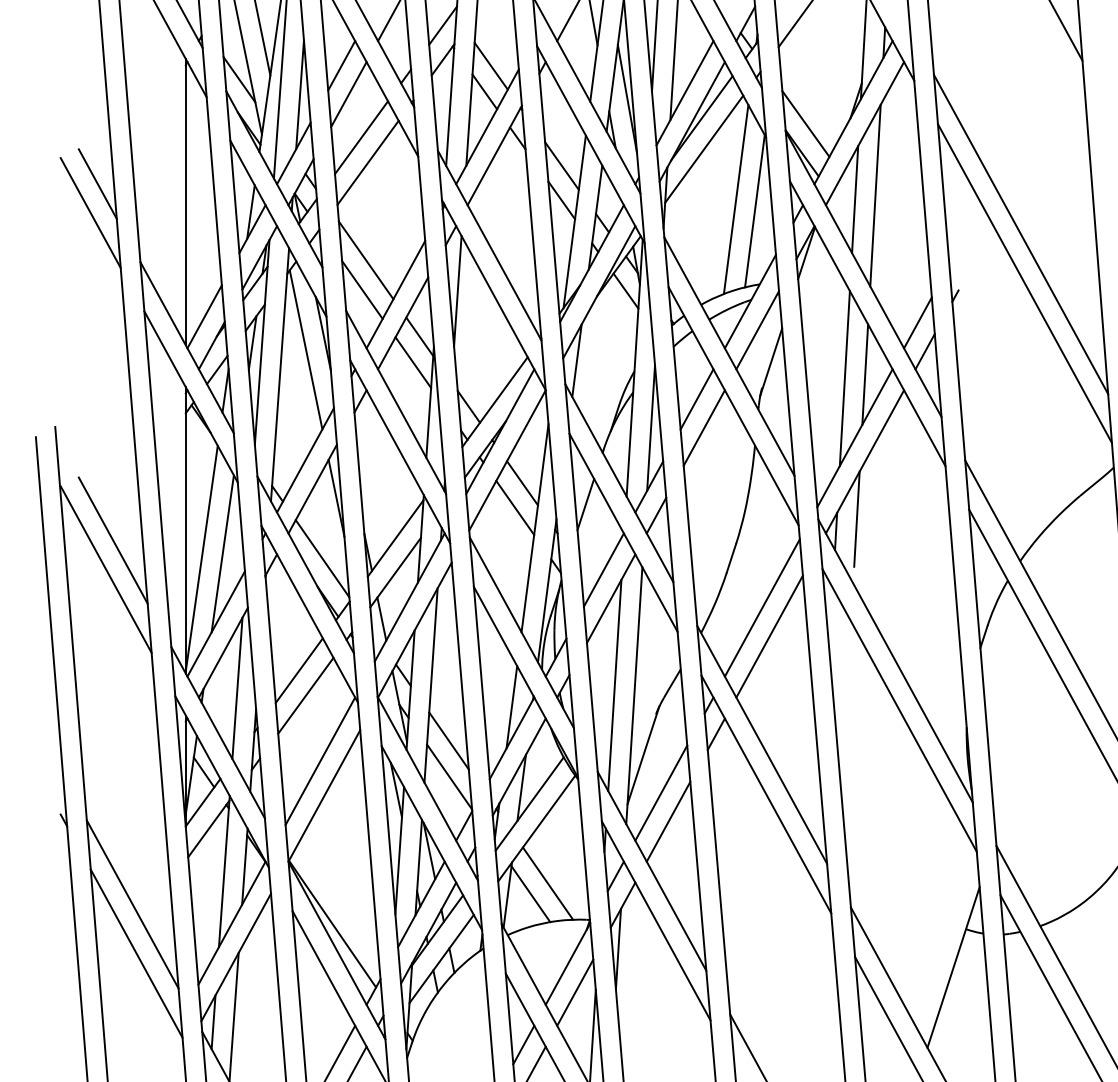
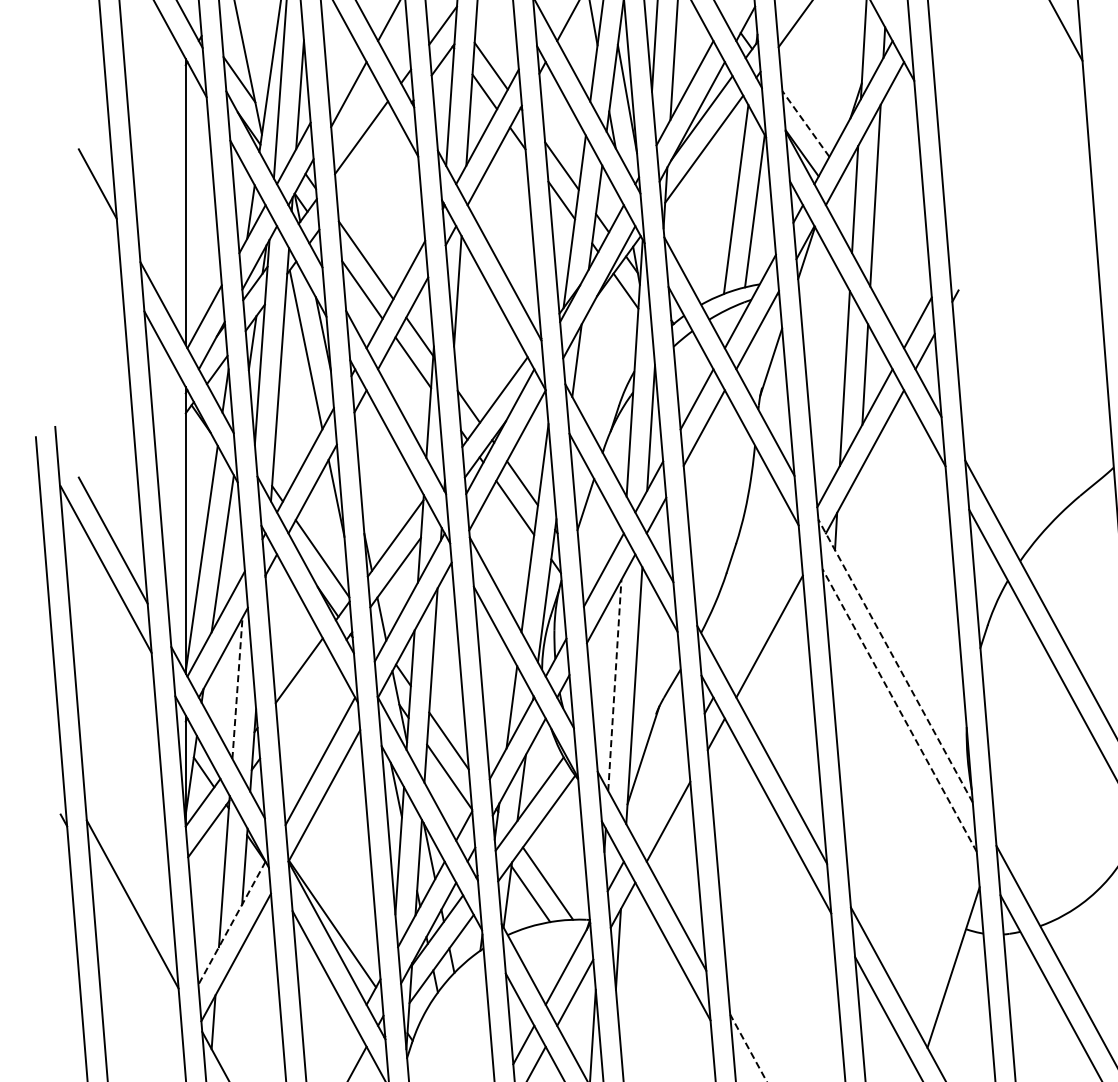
line at (262, 38): present -> none
line at (341, 65): present -> none
line at (805, 123): solid -> dashed
line at (367, 162): present -> none
line at (90, 213): present -> none
line at (1020, 234): present -> none
line at (1024, 283): present -> none
line at (856, 518): present -> none
line at (761, 607): present -> none
line at (895, 660): solid -> dashed
line at (614, 685): solid -> dashed
line at (237, 688): solid -> dashed
line at (305, 695): present -> none
line at (899, 710): solid -> dashed
line at (661, 792): present -> none
line at (231, 923): solid -> dashed
line at (136, 953): present -> none
line at (233, 1015): present -> none
line at (748, 1047): solid -> dashed
line at (340, 1051): present -> none
